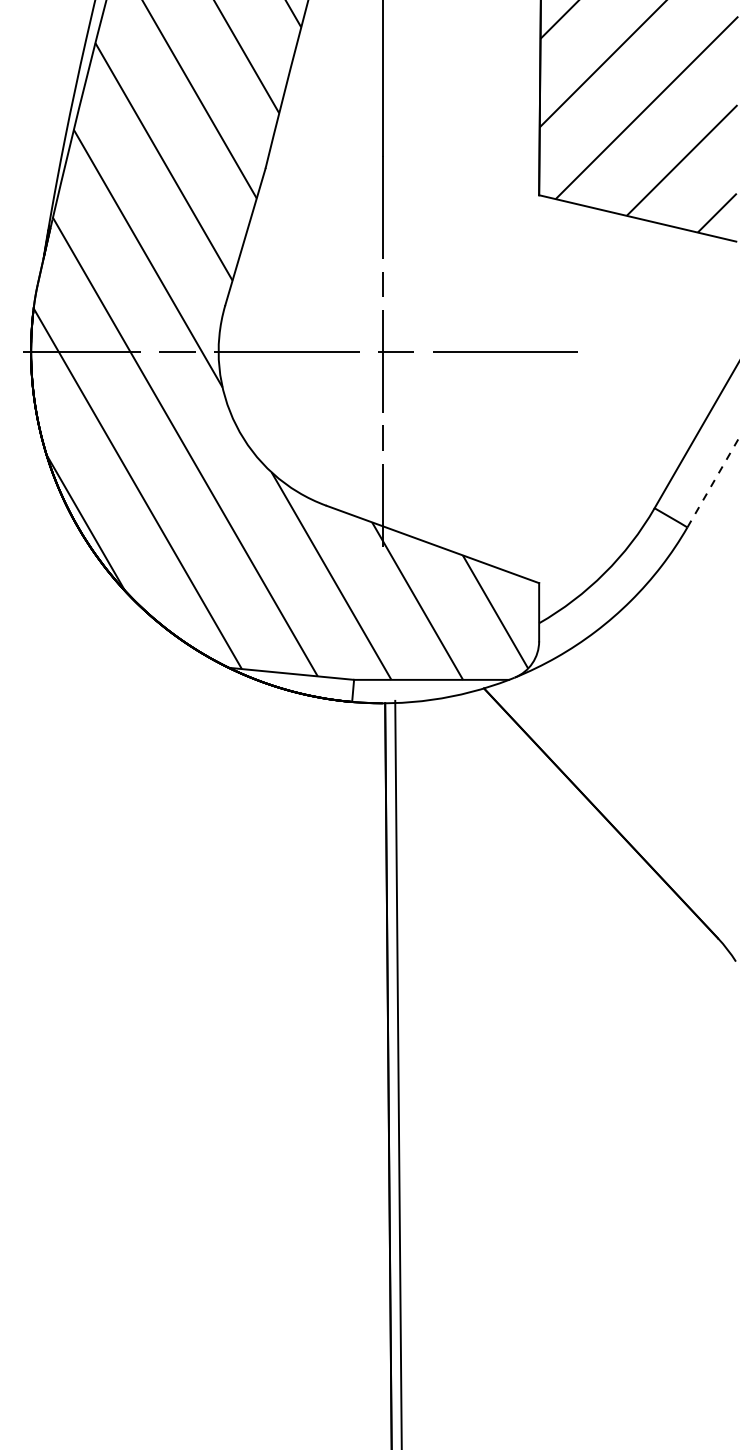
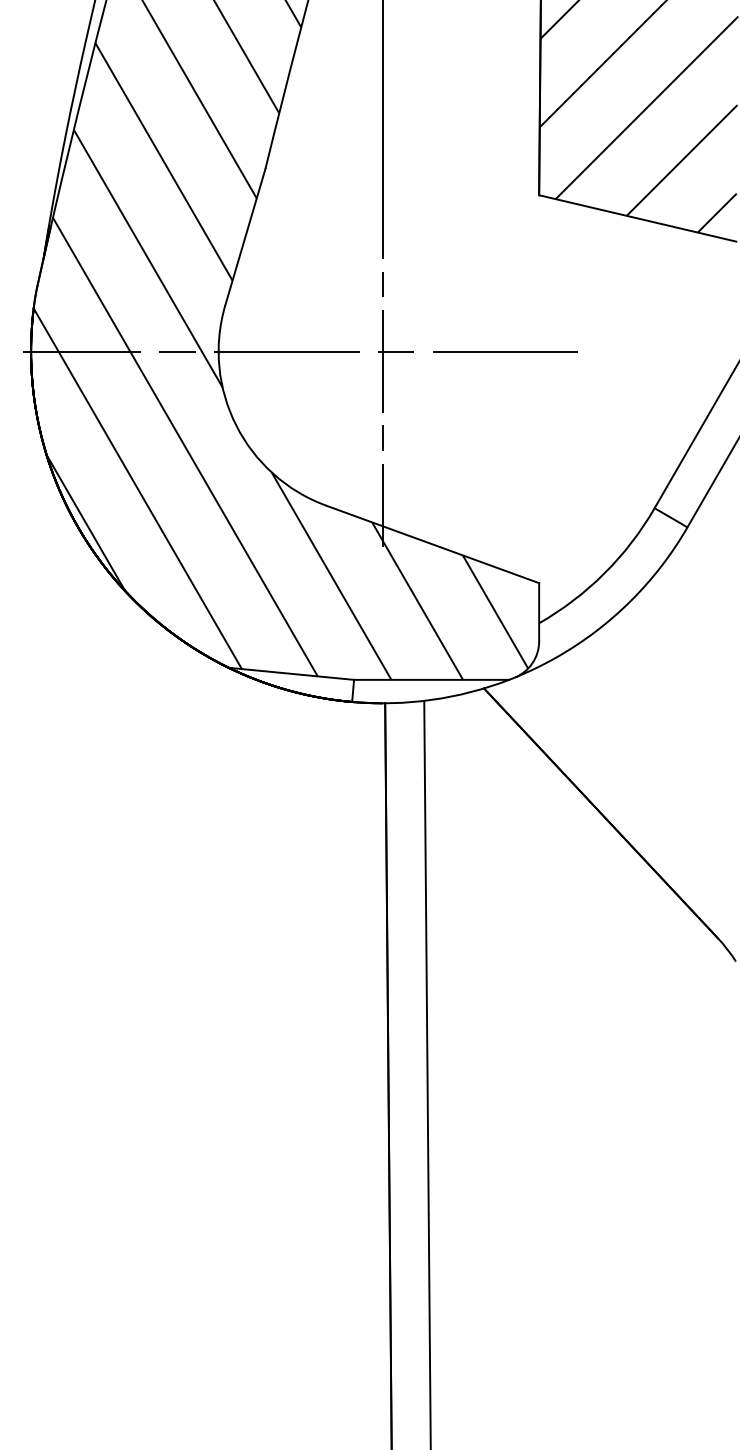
line at (713, 481): dashed -> solid
line at (398, 1073) position: (398, 1073) -> (427, 1073)
